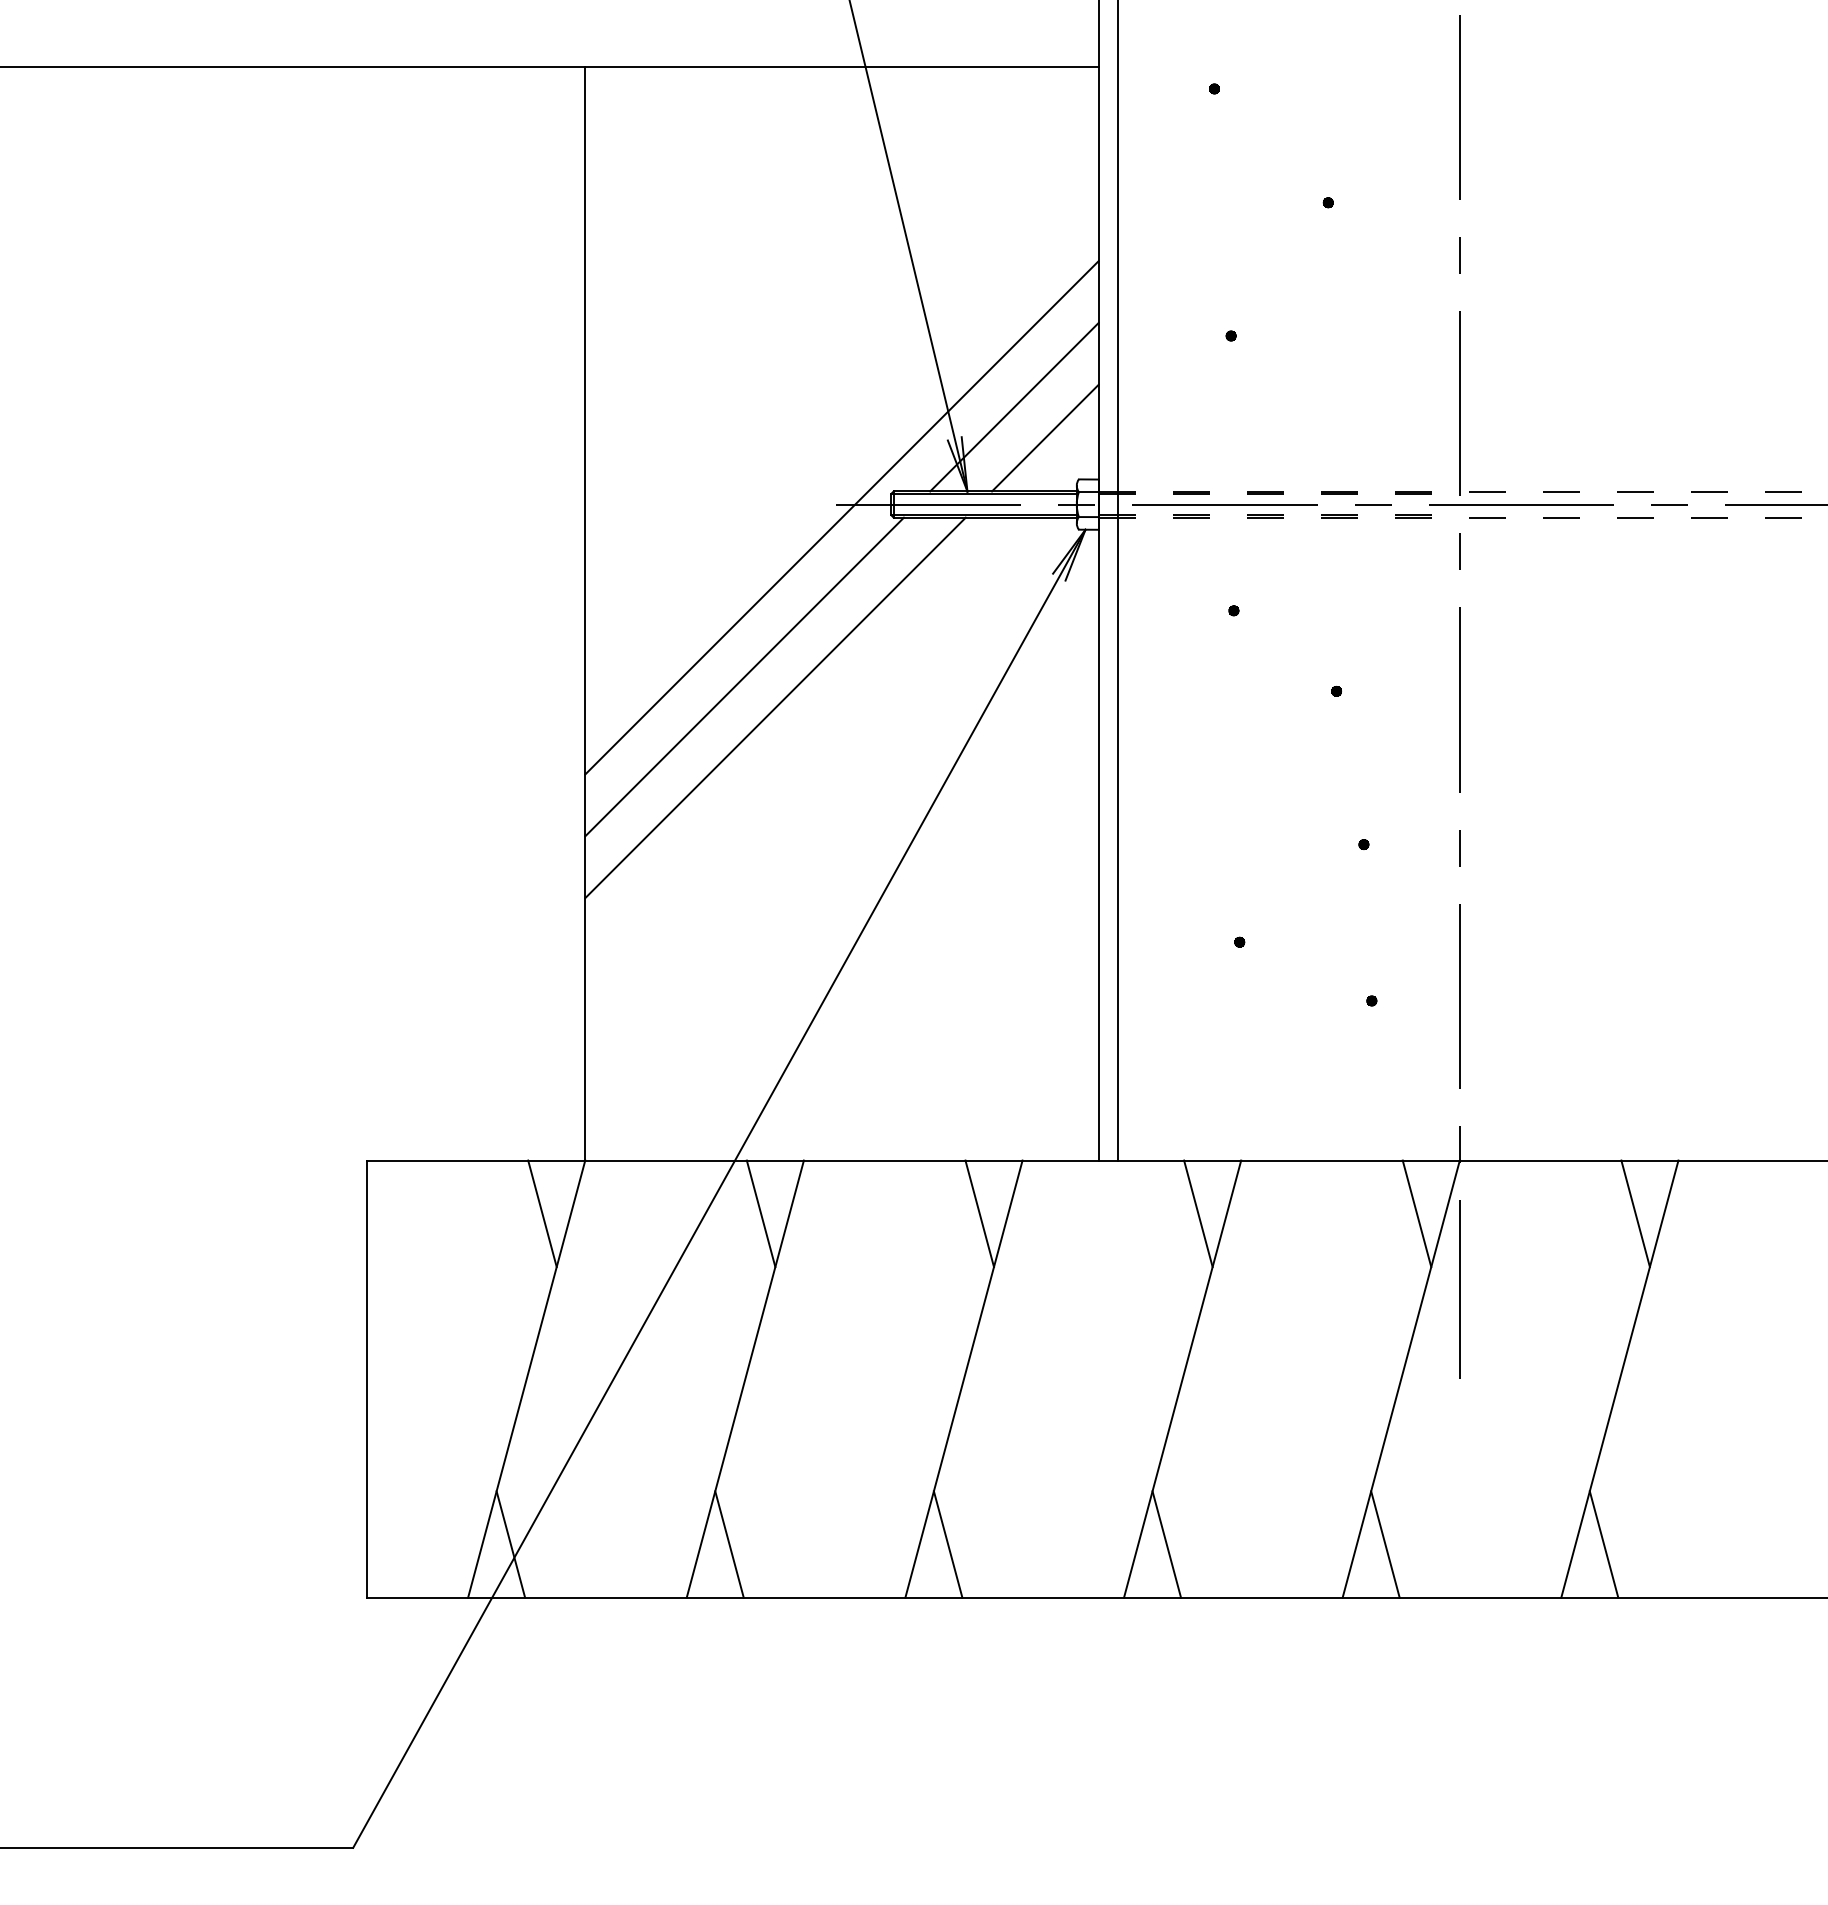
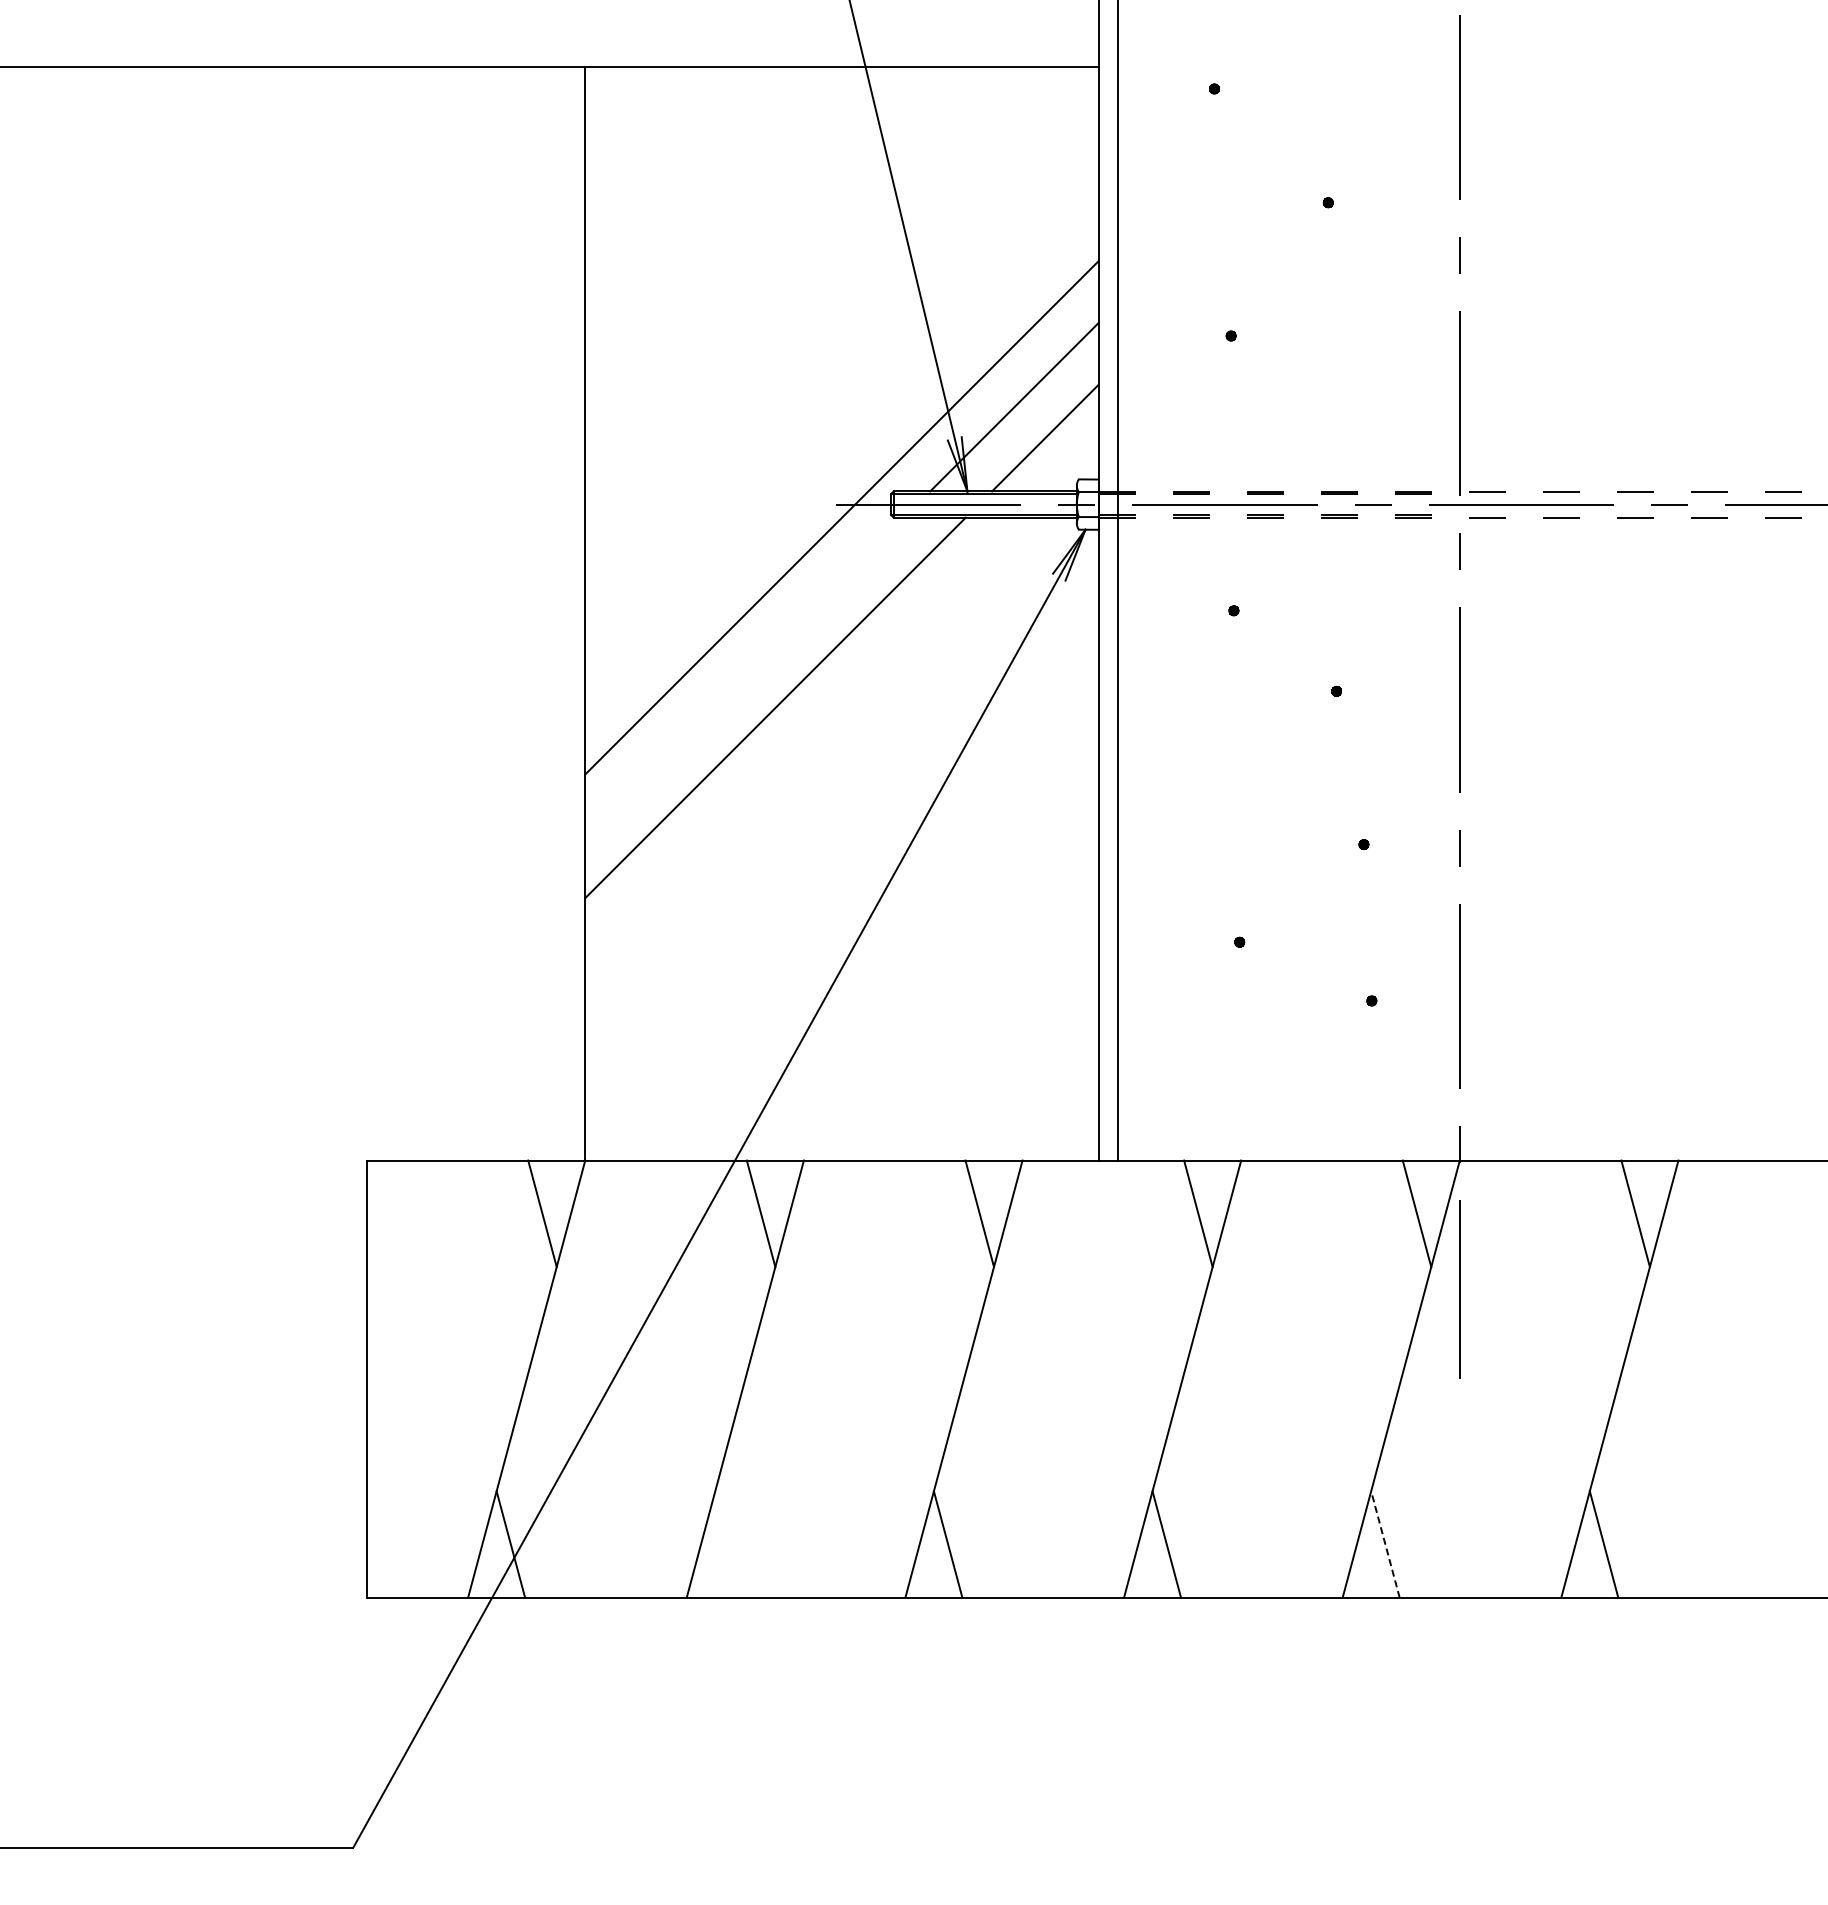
line at (744, 676): present -> none
line at (729, 1544): present -> none
line at (1385, 1544): solid -> dashed
